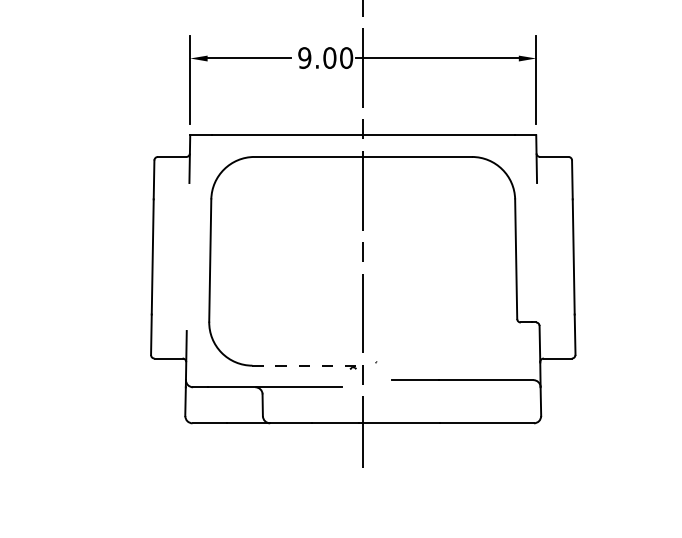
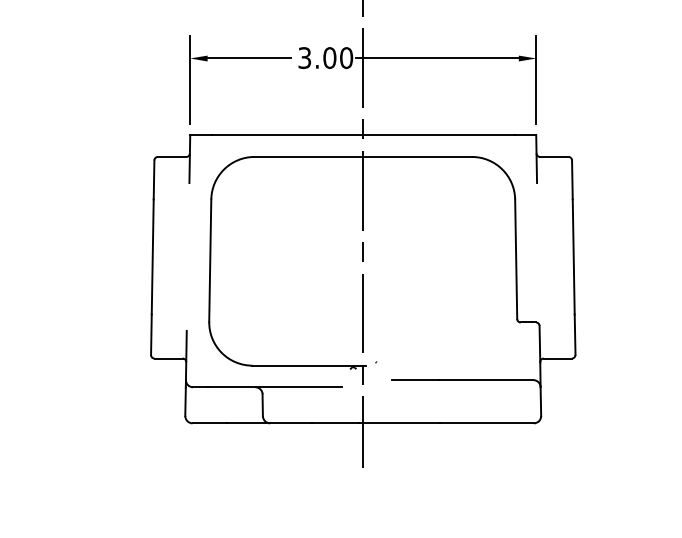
text at (304, 57): 9.00 -> 3.00
line at (309, 365): dashed -> solid
